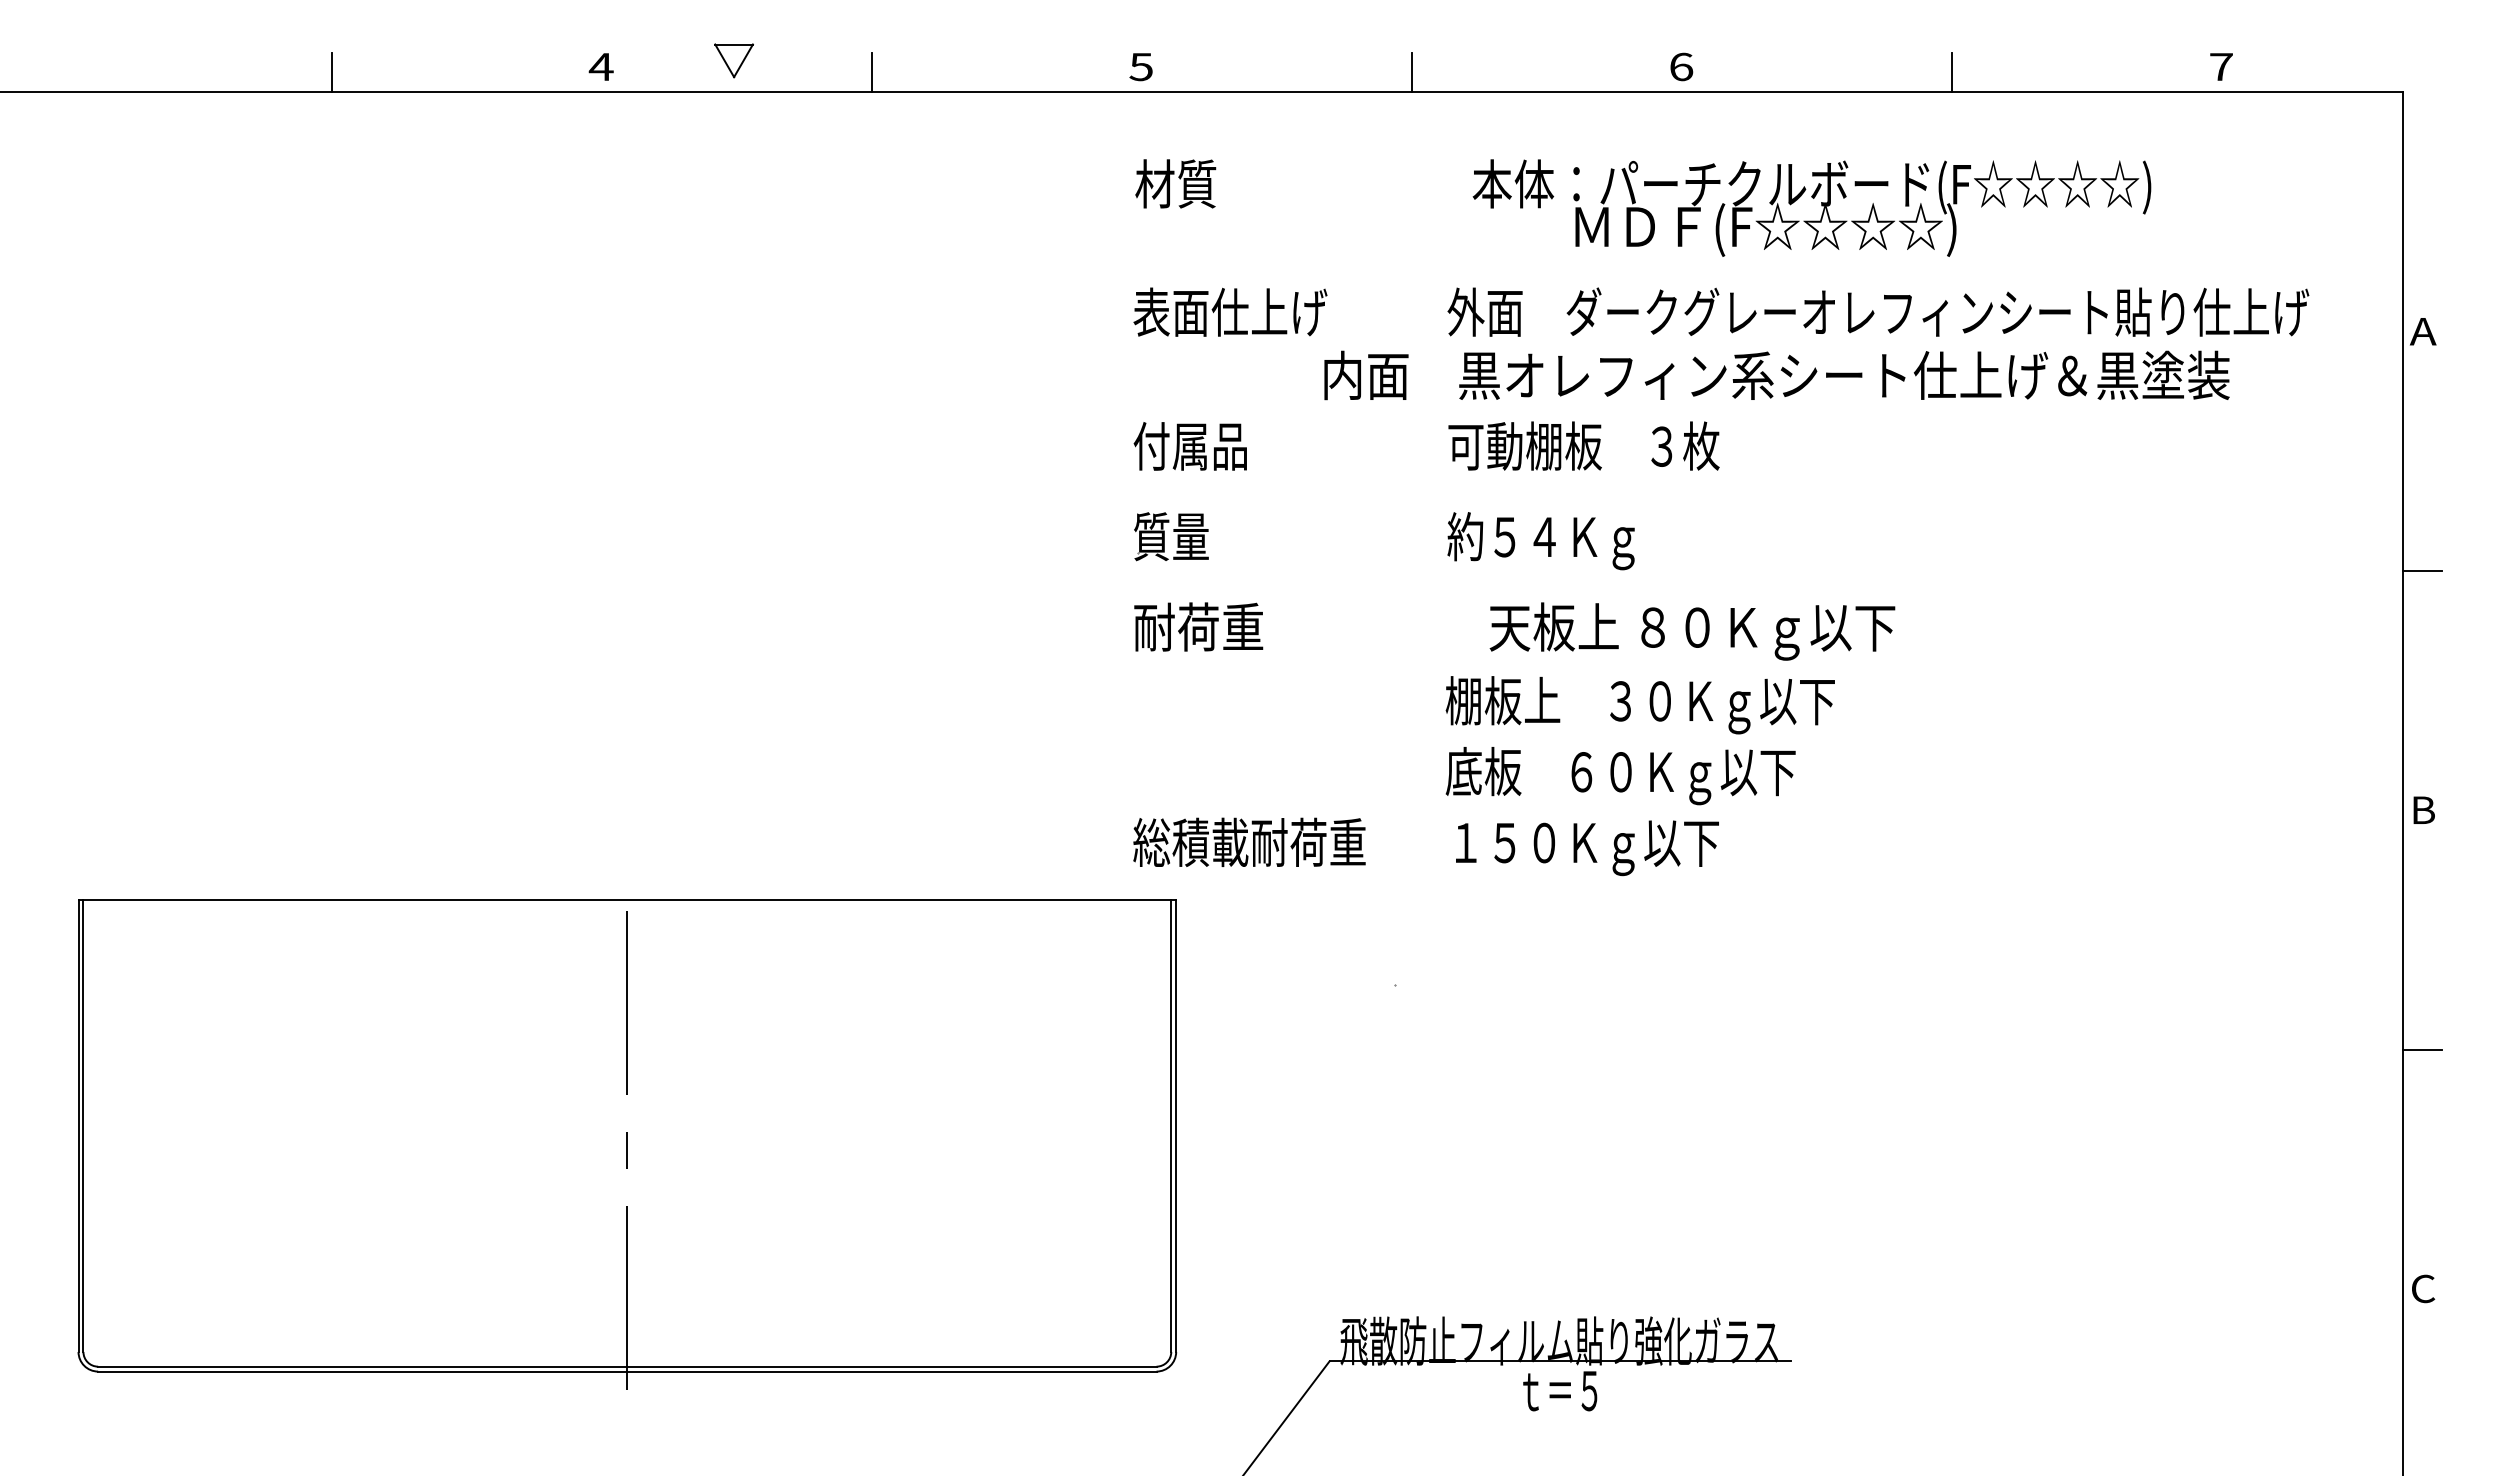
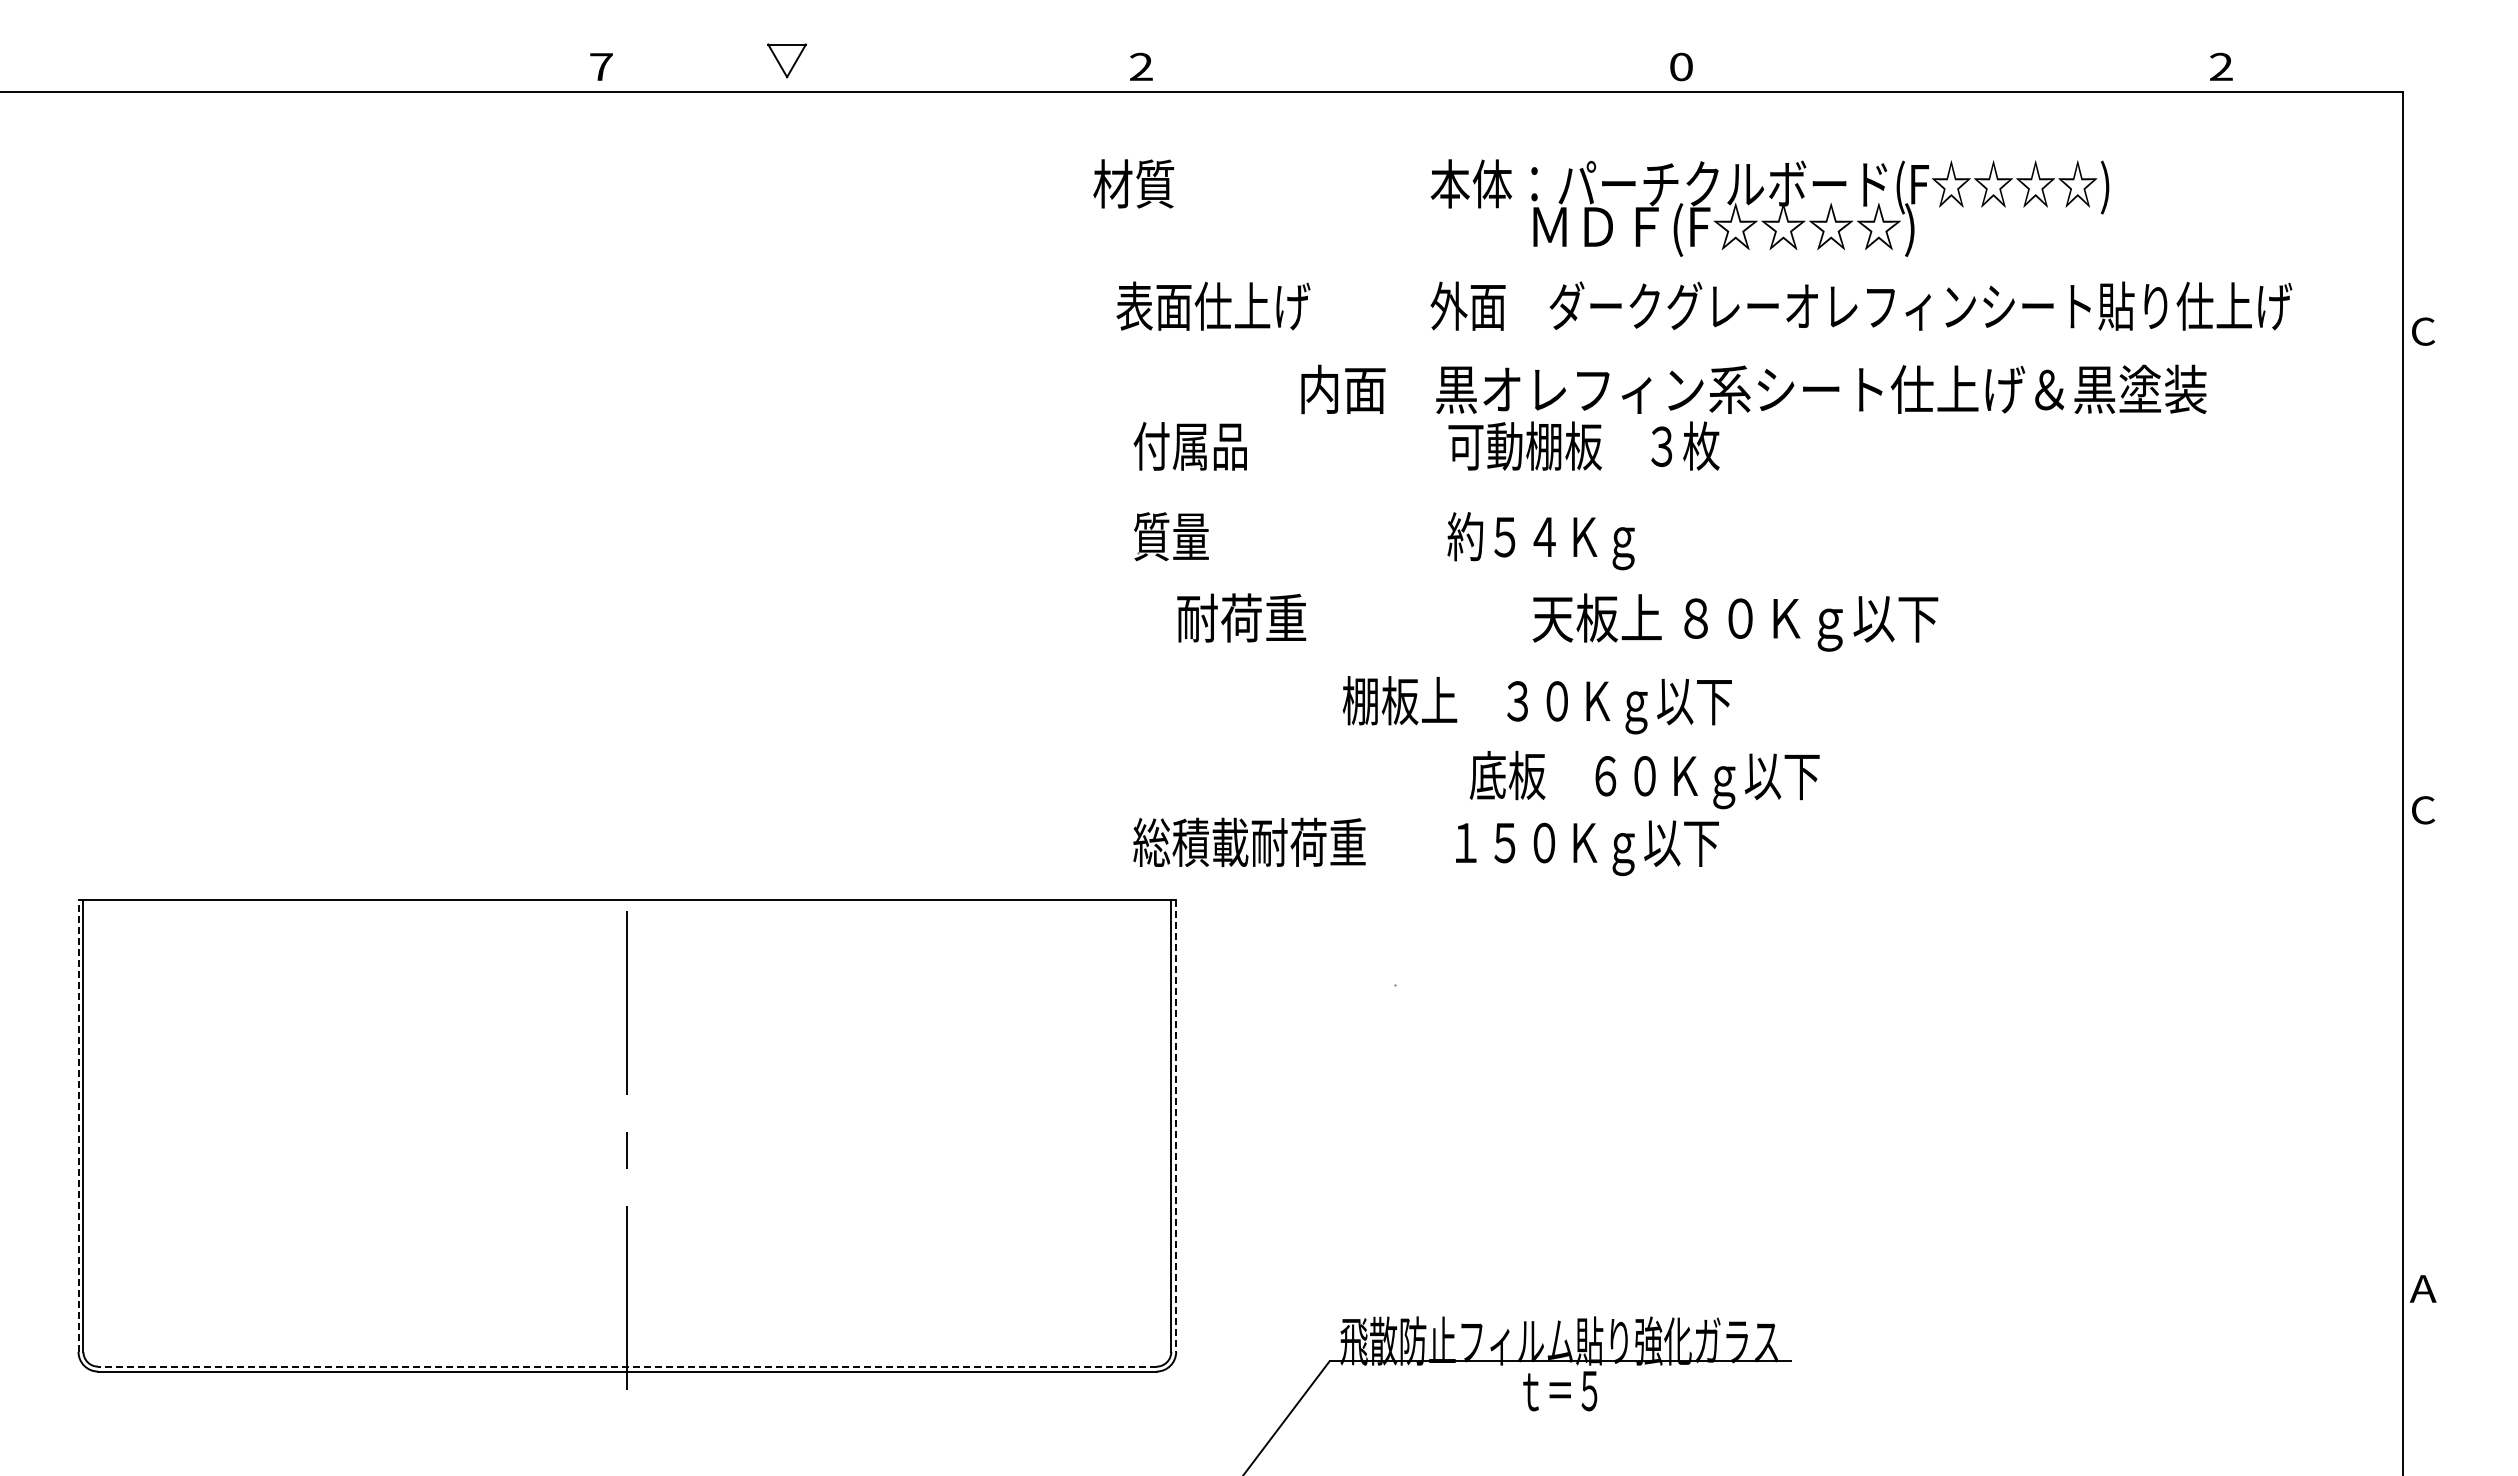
part at (733, 60) position: (733, 60) -> (786, 60)
text at (600, 66): 4 -> 7
text at (1140, 66): 5 -> 2
text at (1681, 66): 6 -> 0
text at (2221, 66): 7 -> 2
line at (331, 72): present -> none
line at (871, 72): present -> none
line at (1411, 72): present -> none
line at (1951, 72): present -> none
text at (1643, 207) position: (1643, 207) -> (1601, 207)
text at (1721, 311) position: (1721, 311) -> (1704, 305)
text at (2422, 331): A -> C
text at (1776, 375) position: (1776, 375) -> (1753, 389)
line at (2422, 571): present -> none
text at (1514, 631) position: (1514, 631) -> (1557, 622)
text at (1639, 705) position: (1639, 705) -> (1536, 705)
text at (1620, 776) position: (1620, 776) -> (1644, 780)
text at (2423, 810): B -> C
line at (2422, 1049): present -> none
line at (78, 1126): solid -> dashed
line at (1176, 1126): solid -> dashed
text at (2422, 1288): C -> A
line at (626, 1366): solid -> dashed
